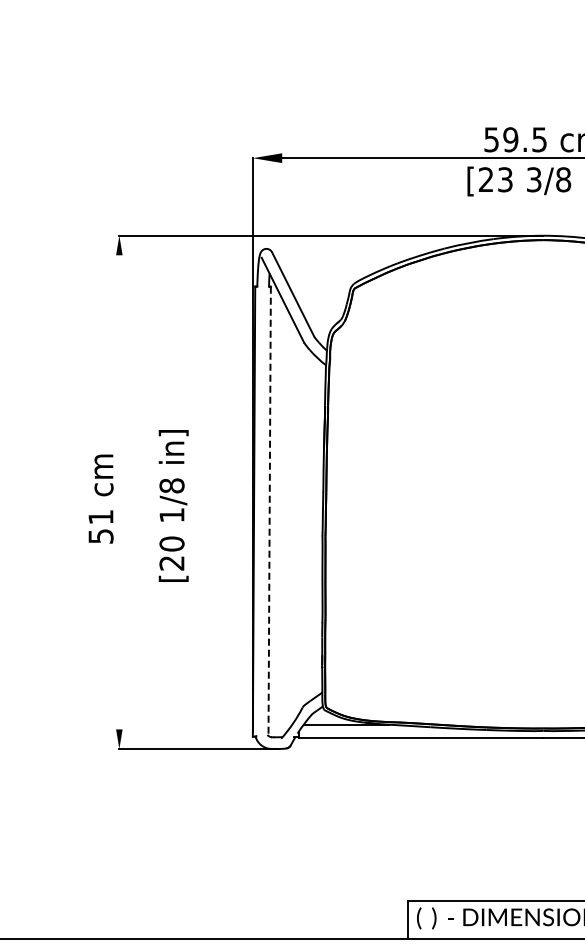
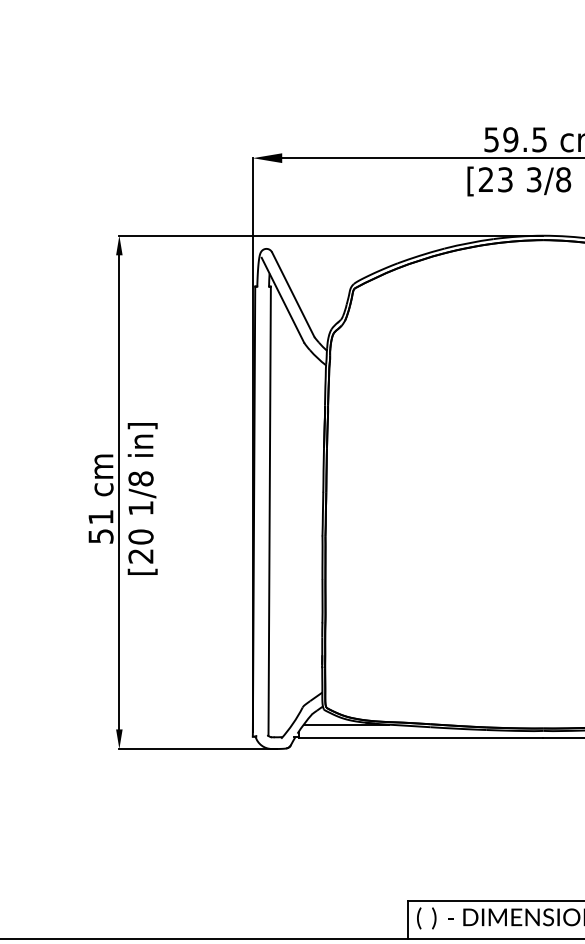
line at (119, 492): none -> present
text at (173, 505) position: (173, 505) -> (142, 498)
line at (269, 511): dashed -> solid
